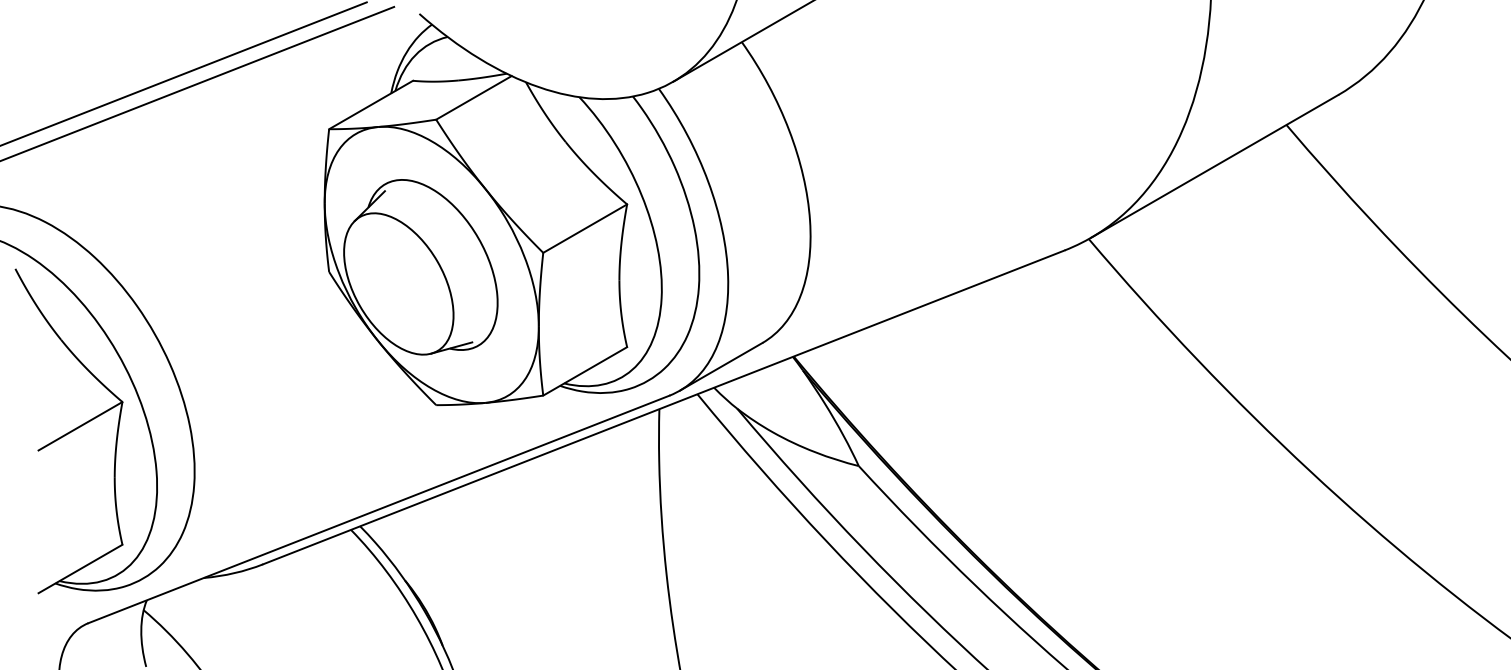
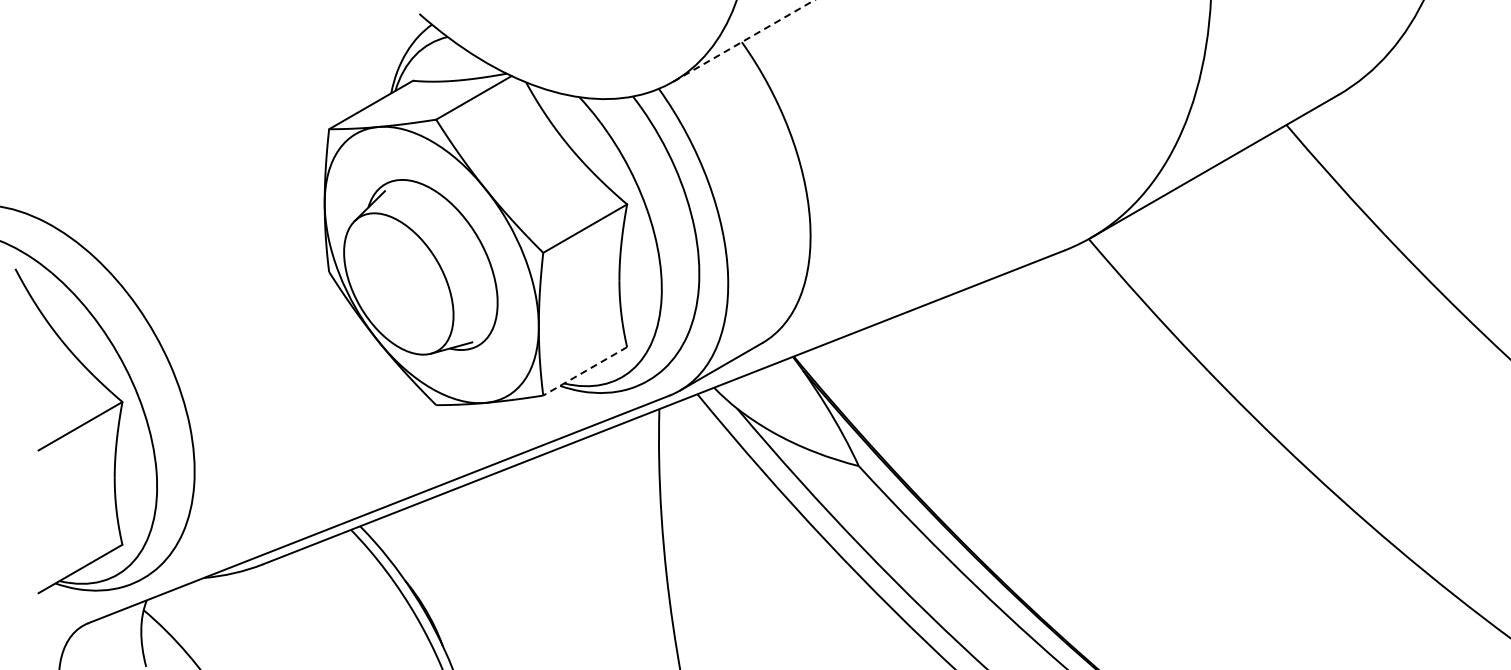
line at (744, 40): solid -> dashed
line at (184, 73): present -> none
line at (198, 83): present -> none
line at (584, 371): solid -> dashed
